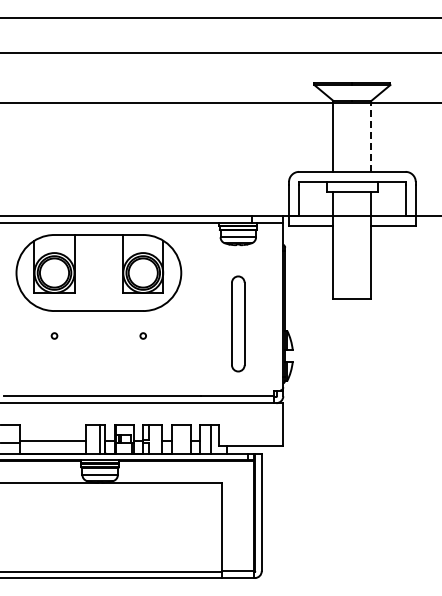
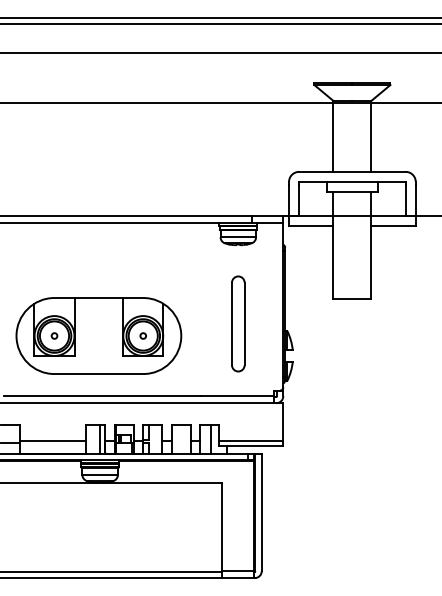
line at (220, 24): none -> present
line at (371, 135): dashed -> solid
part at (98, 272) position: (98, 272) -> (98, 335)
line at (250, 441): none -> present
